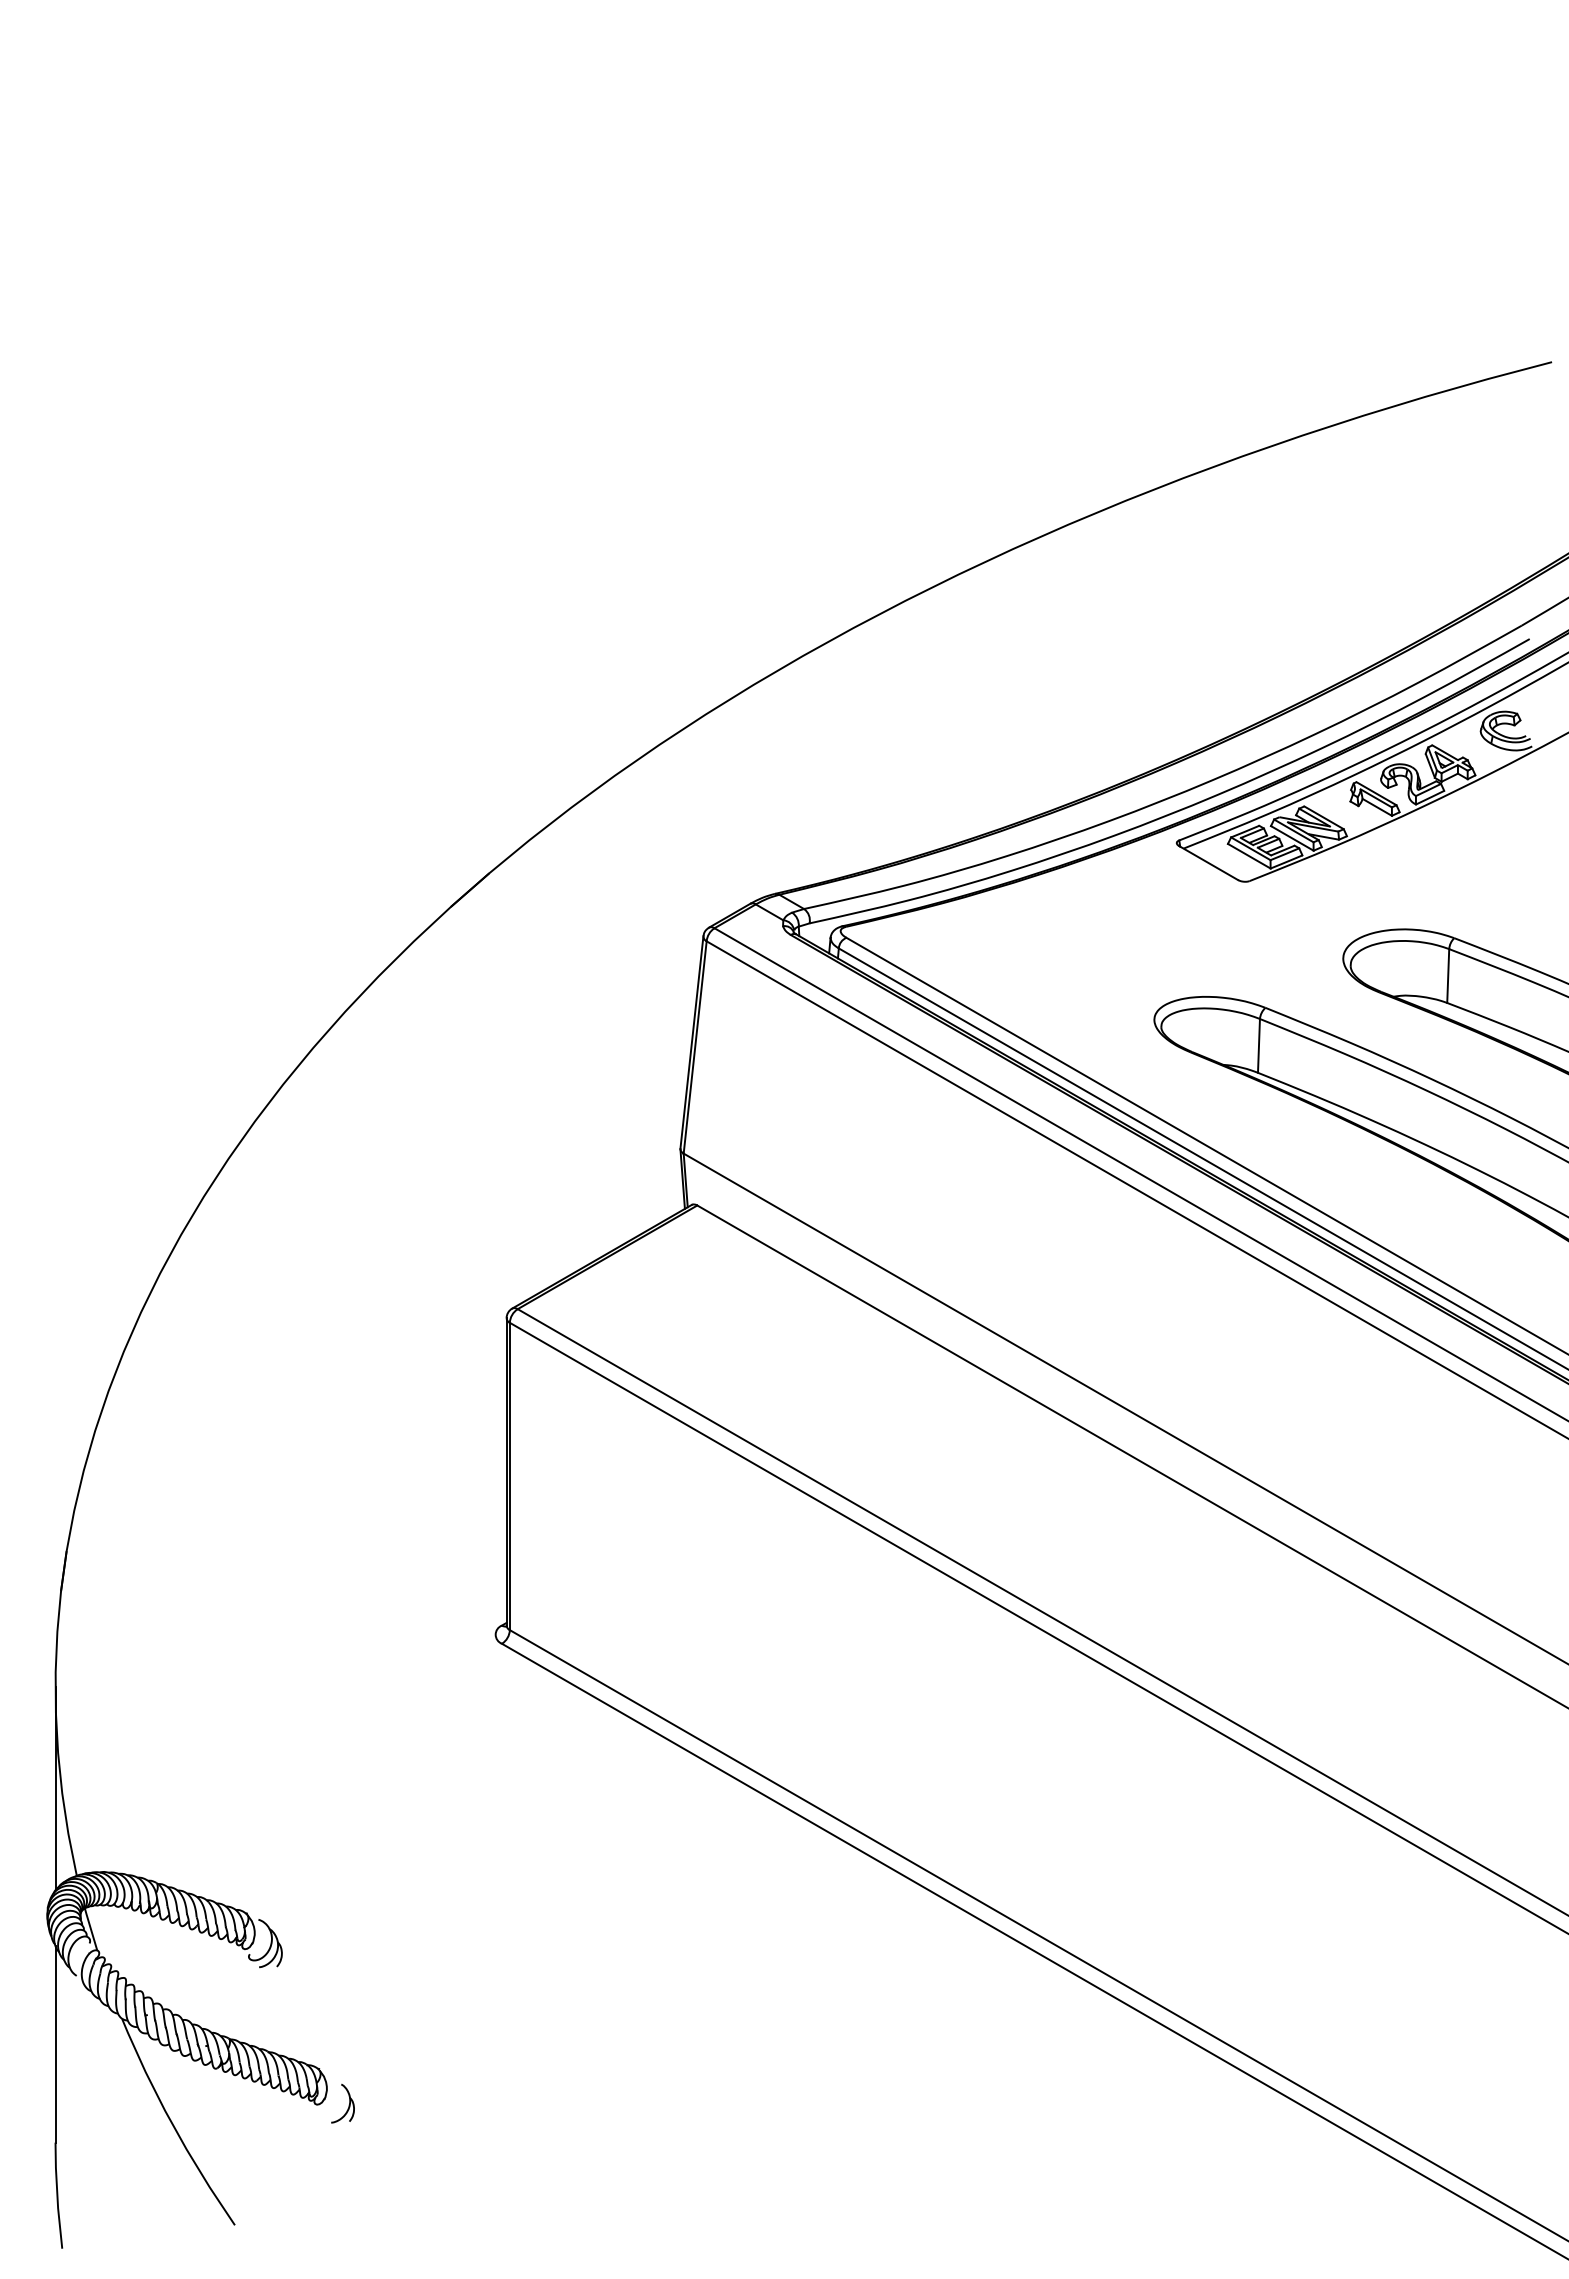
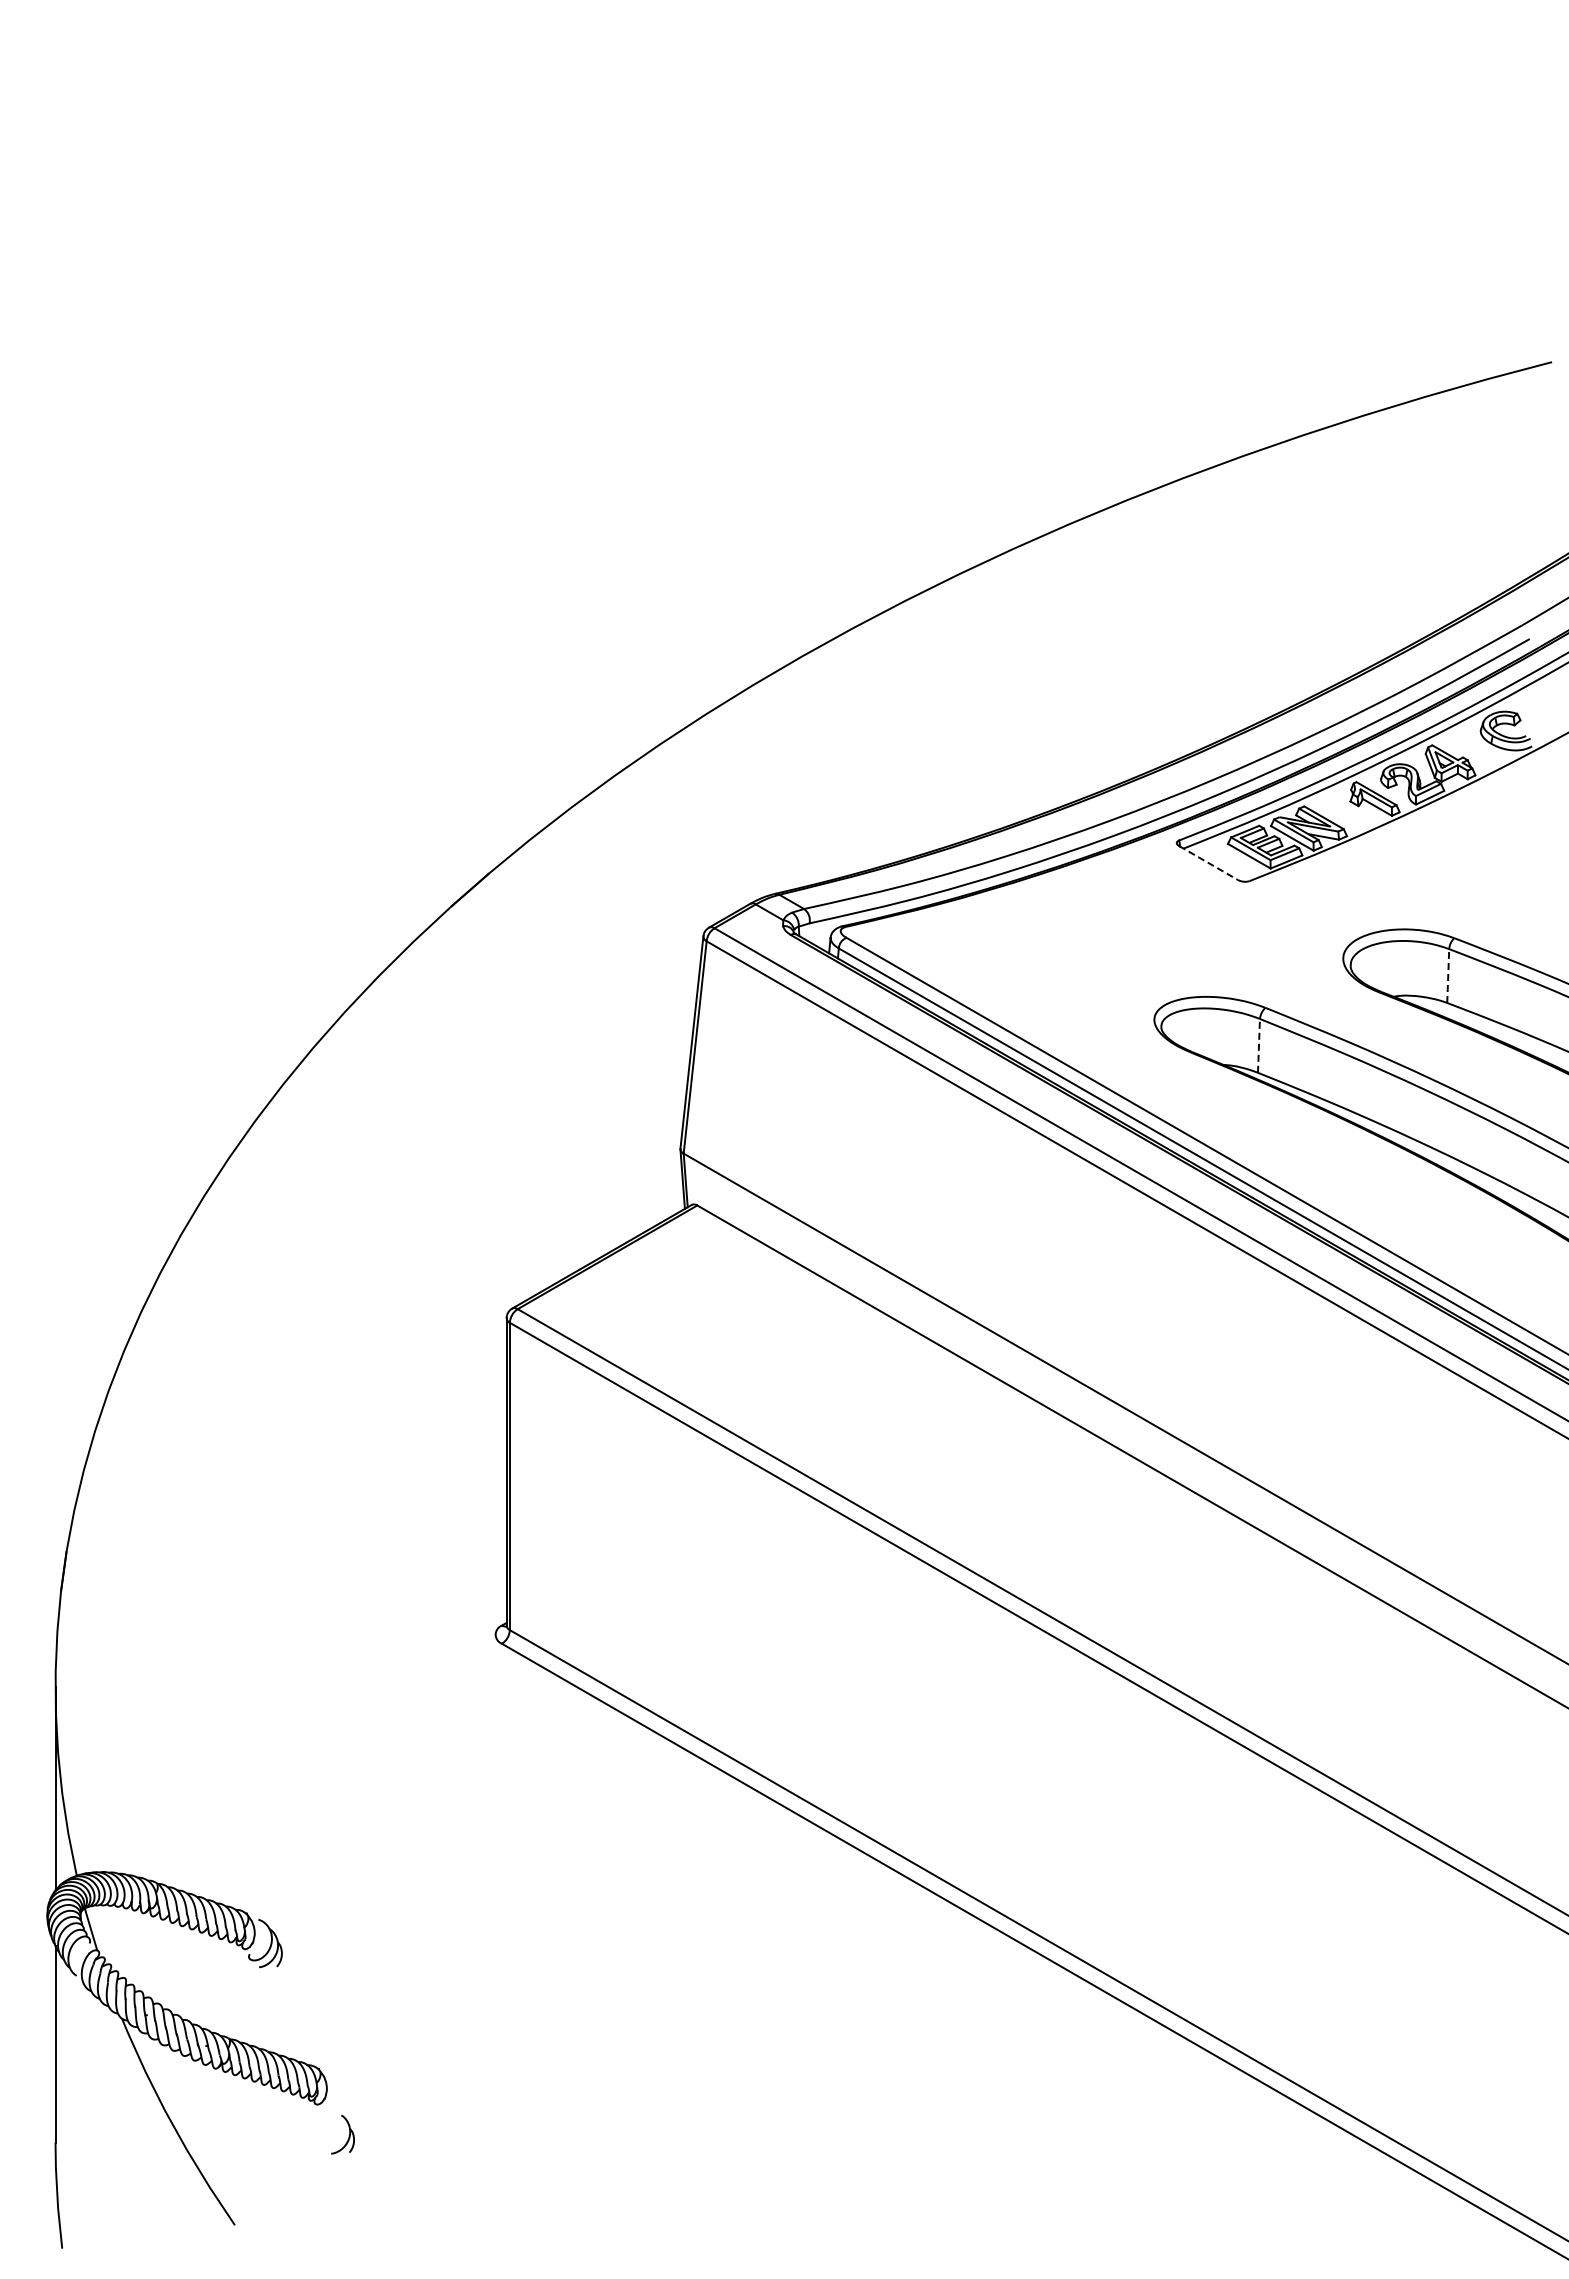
line at (1208, 863): solid -> dashed
line at (1448, 976): solid -> dashed
line at (1258, 1045): solid -> dashed
part at (348, 2105) position: (348, 2105) -> (348, 2136)
